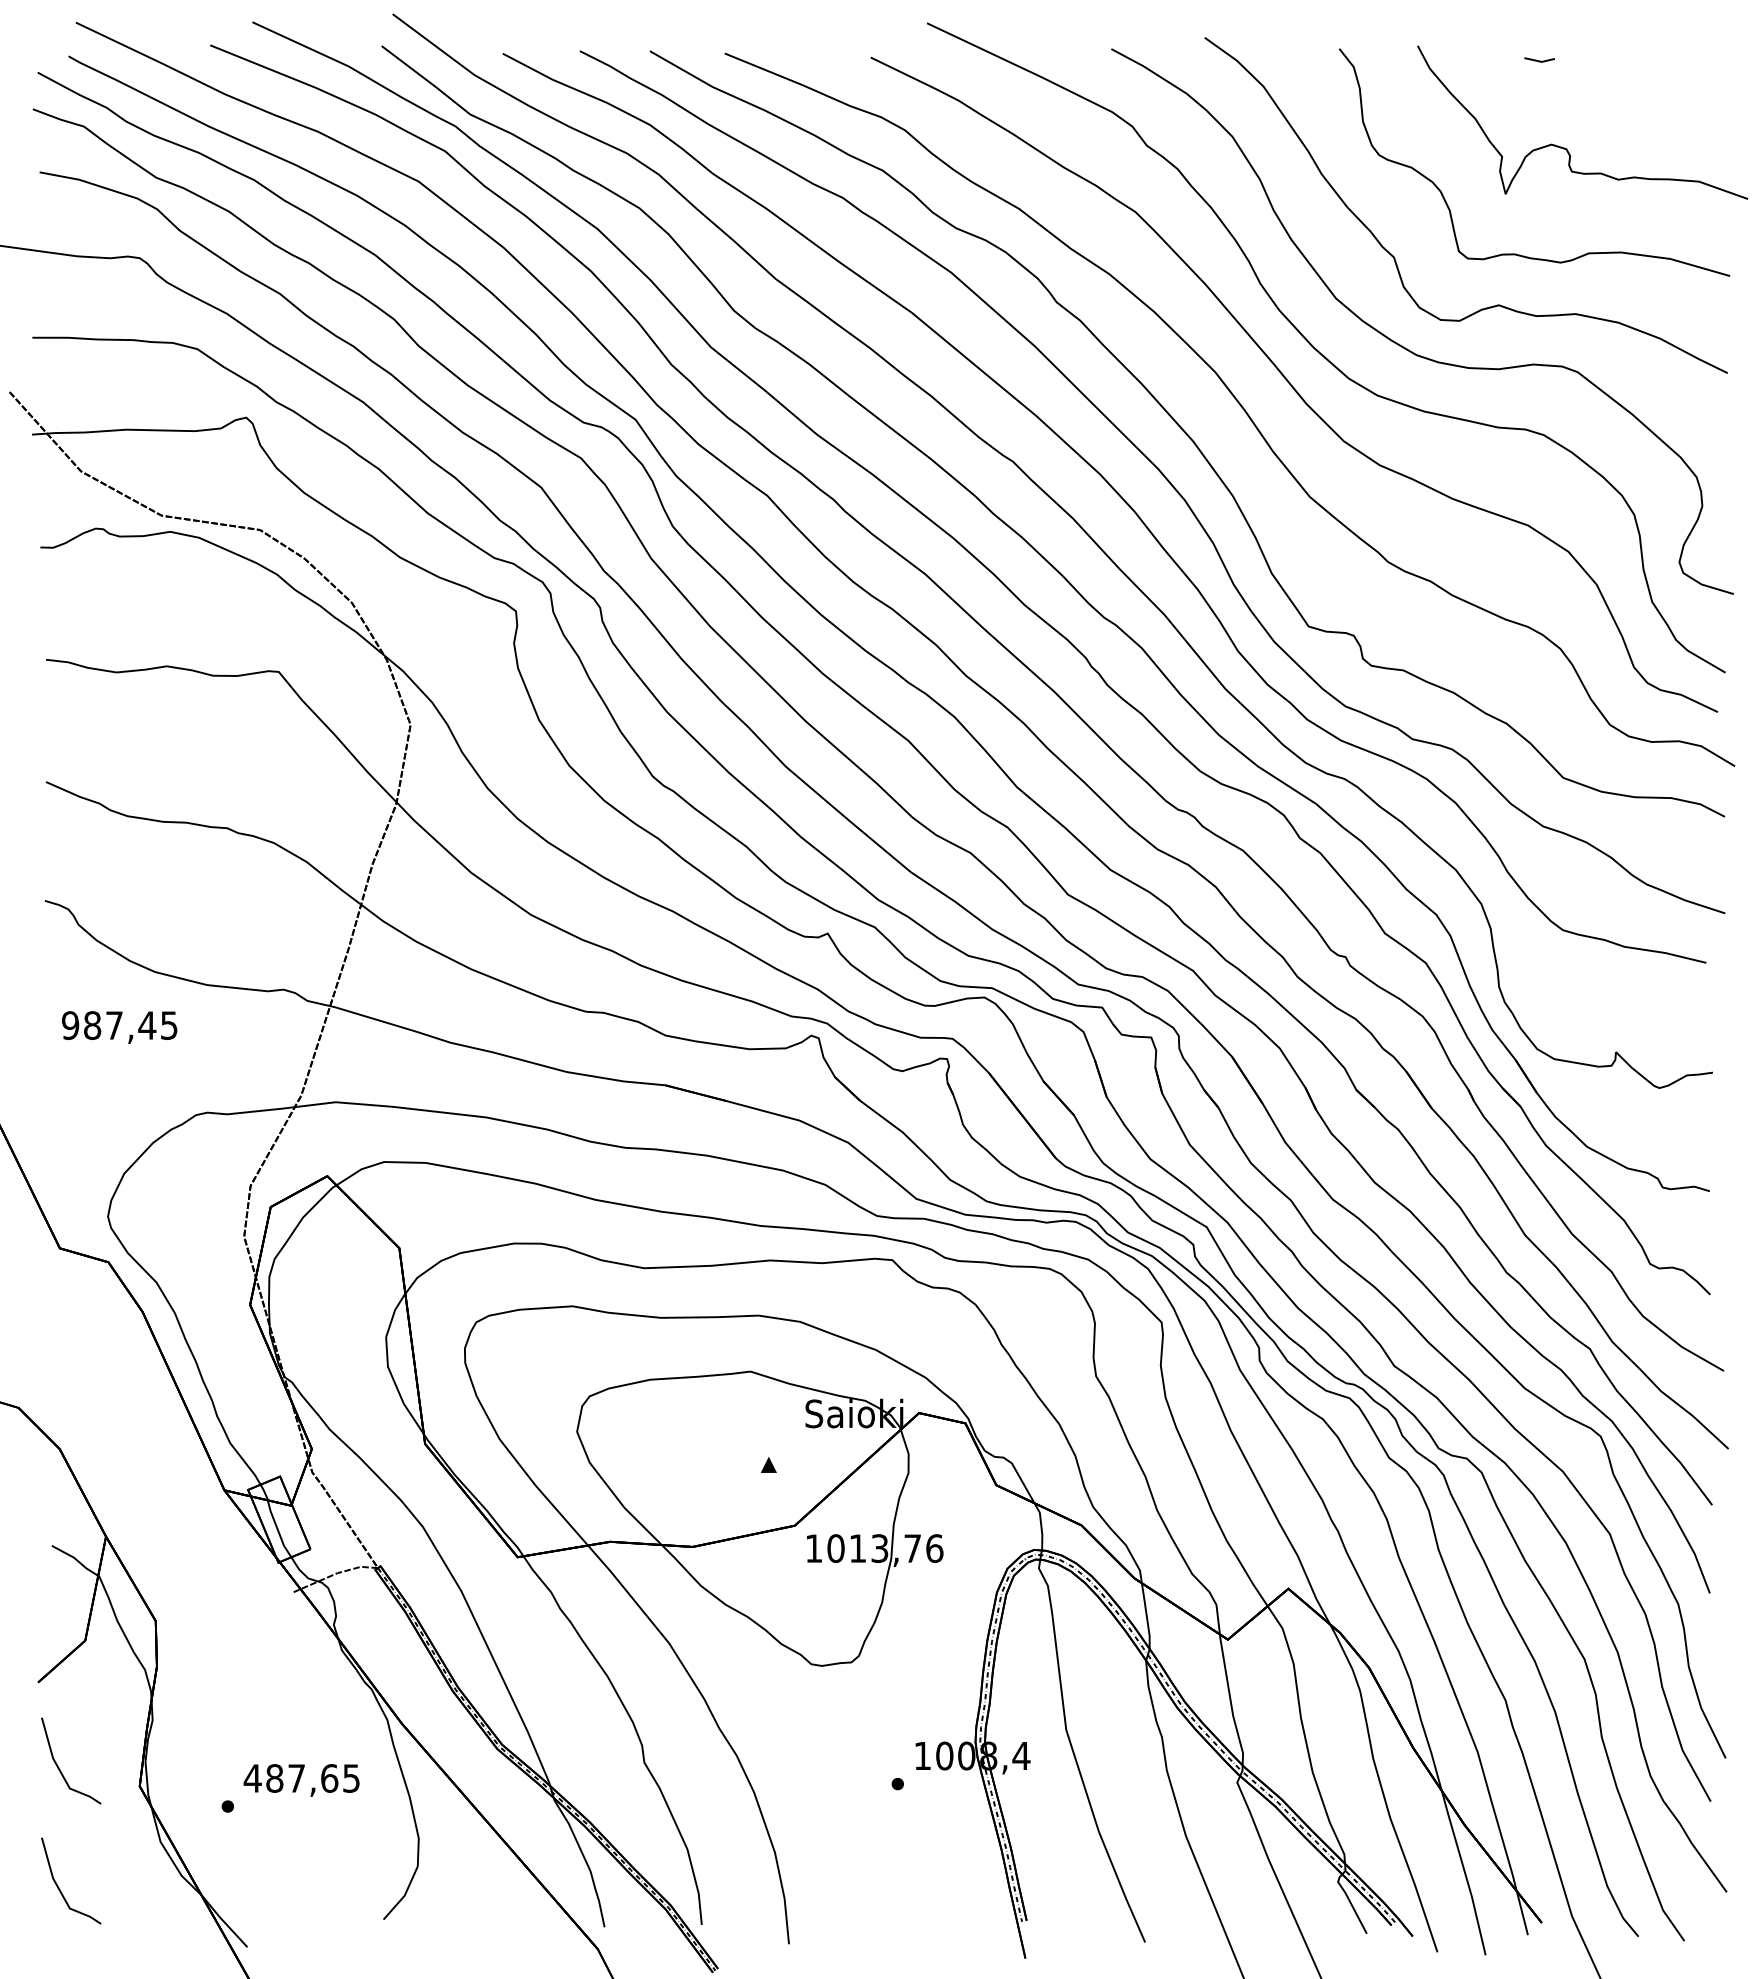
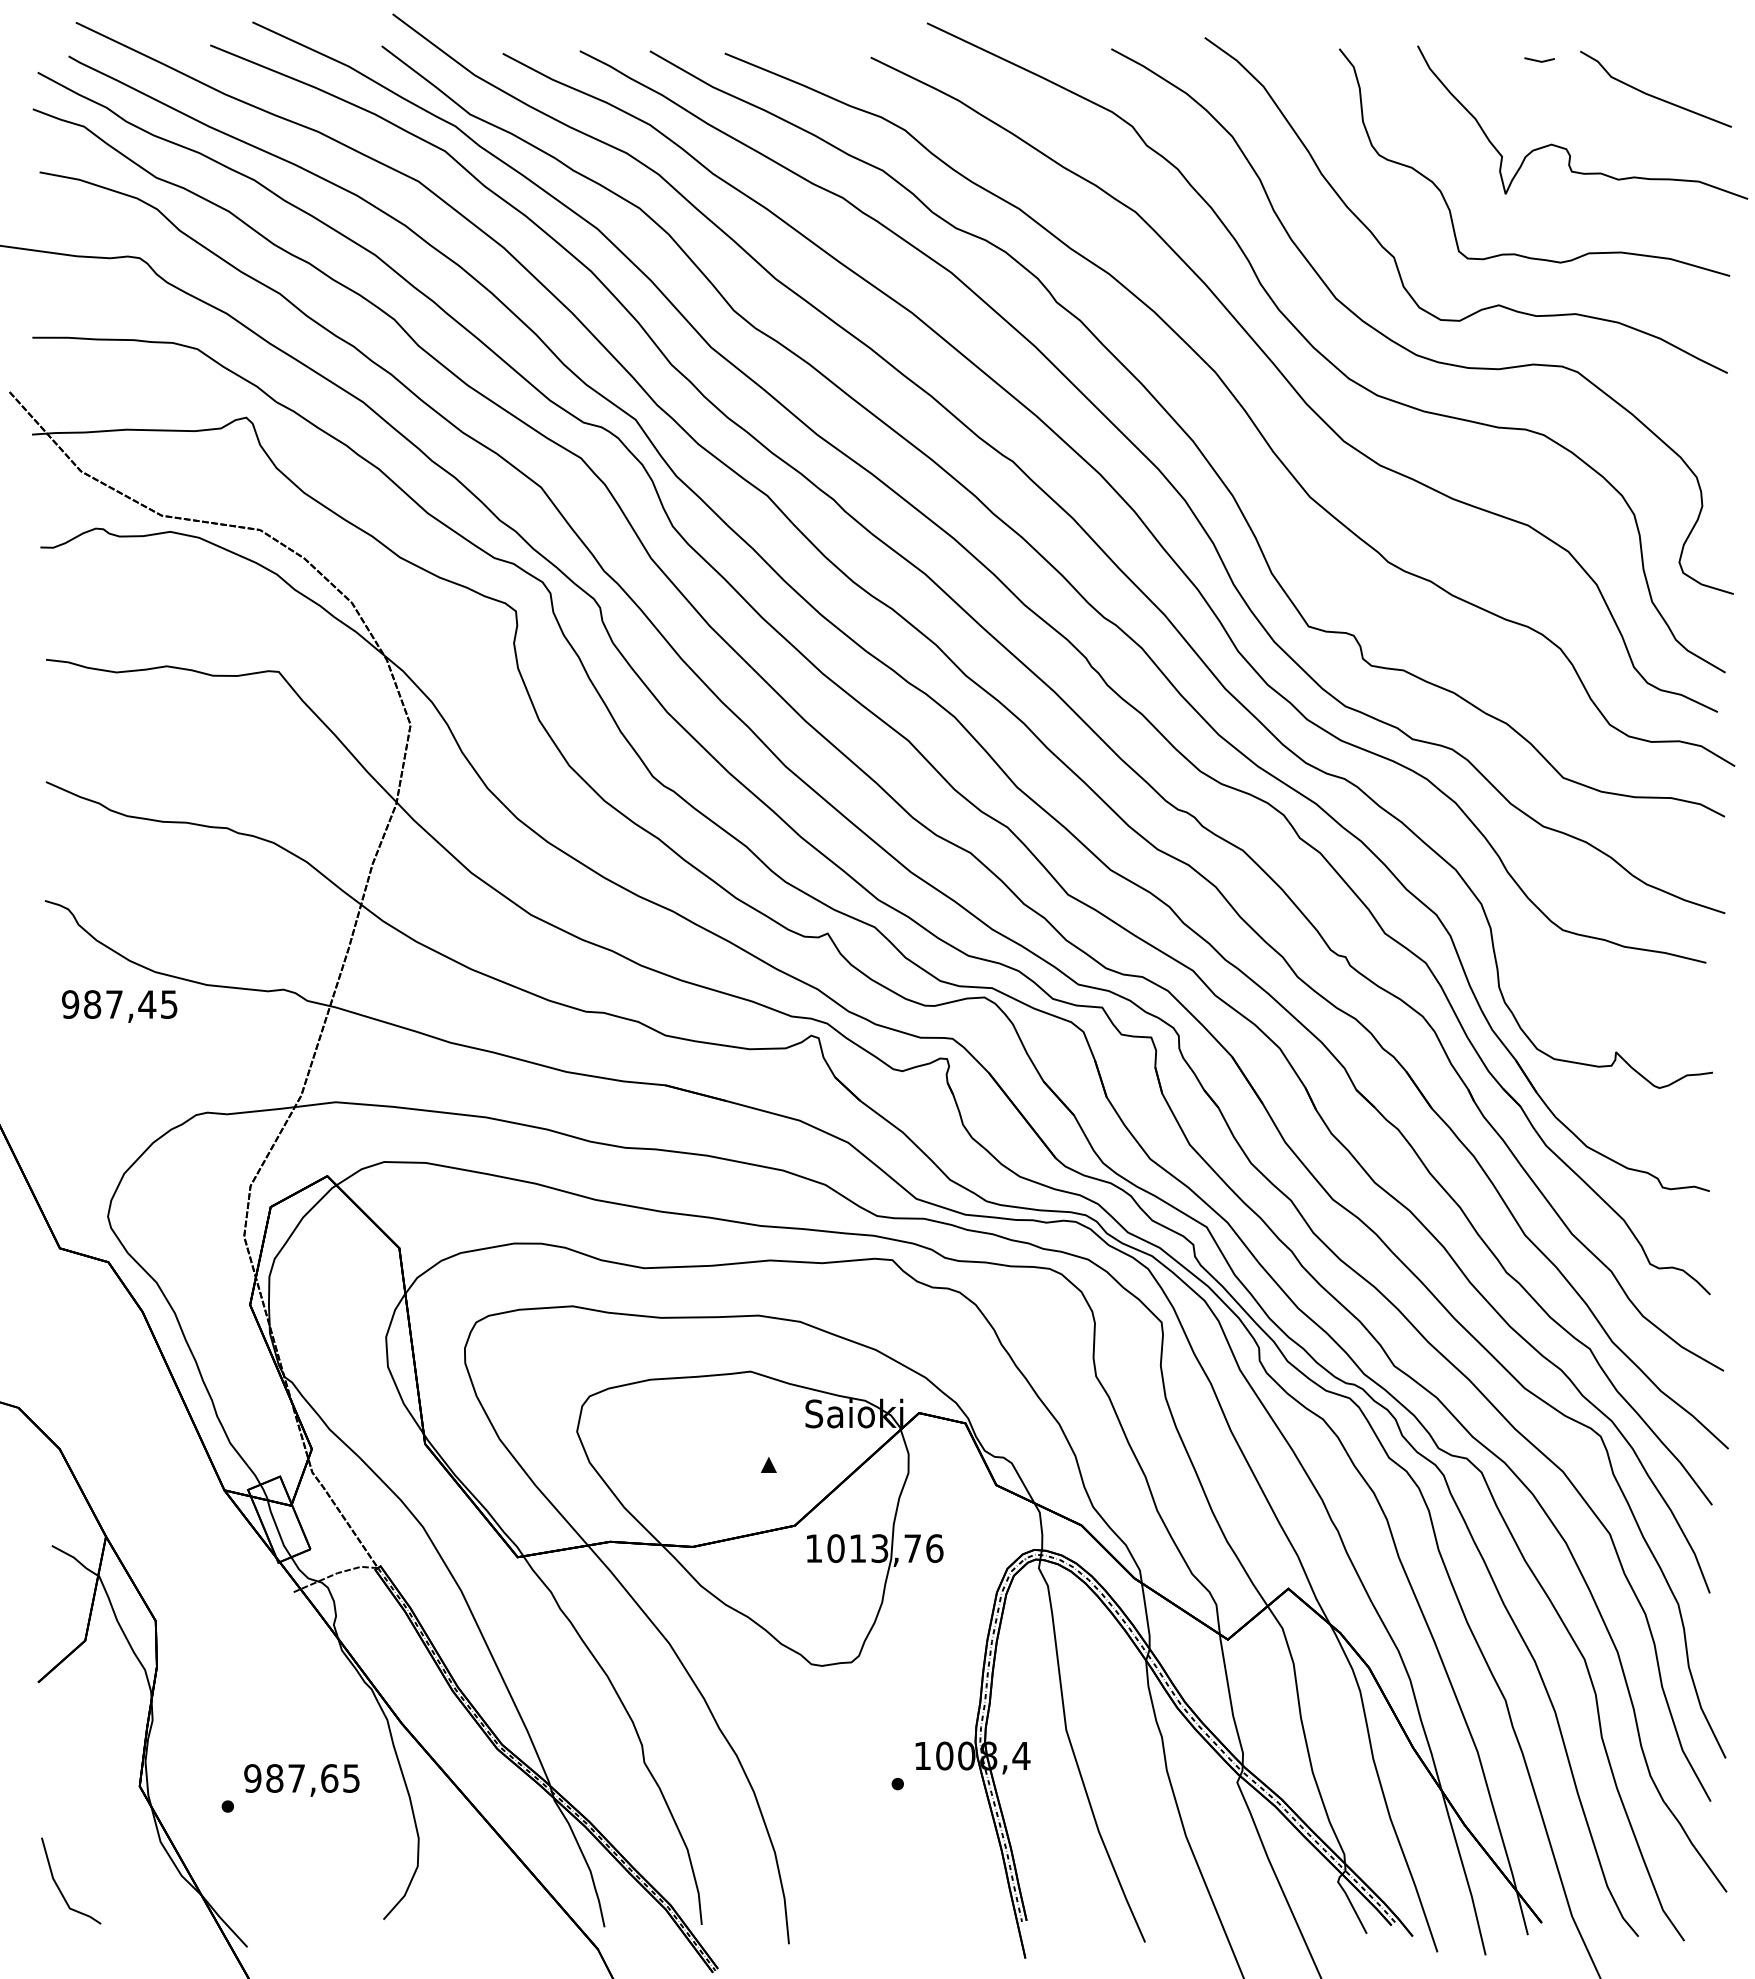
line at (1651, 94): none -> present
text at (119, 1027) position: (119, 1027) -> (119, 1006)
line at (59, 1767): present -> none
text at (252, 1778): 487,65 -> 987,65
